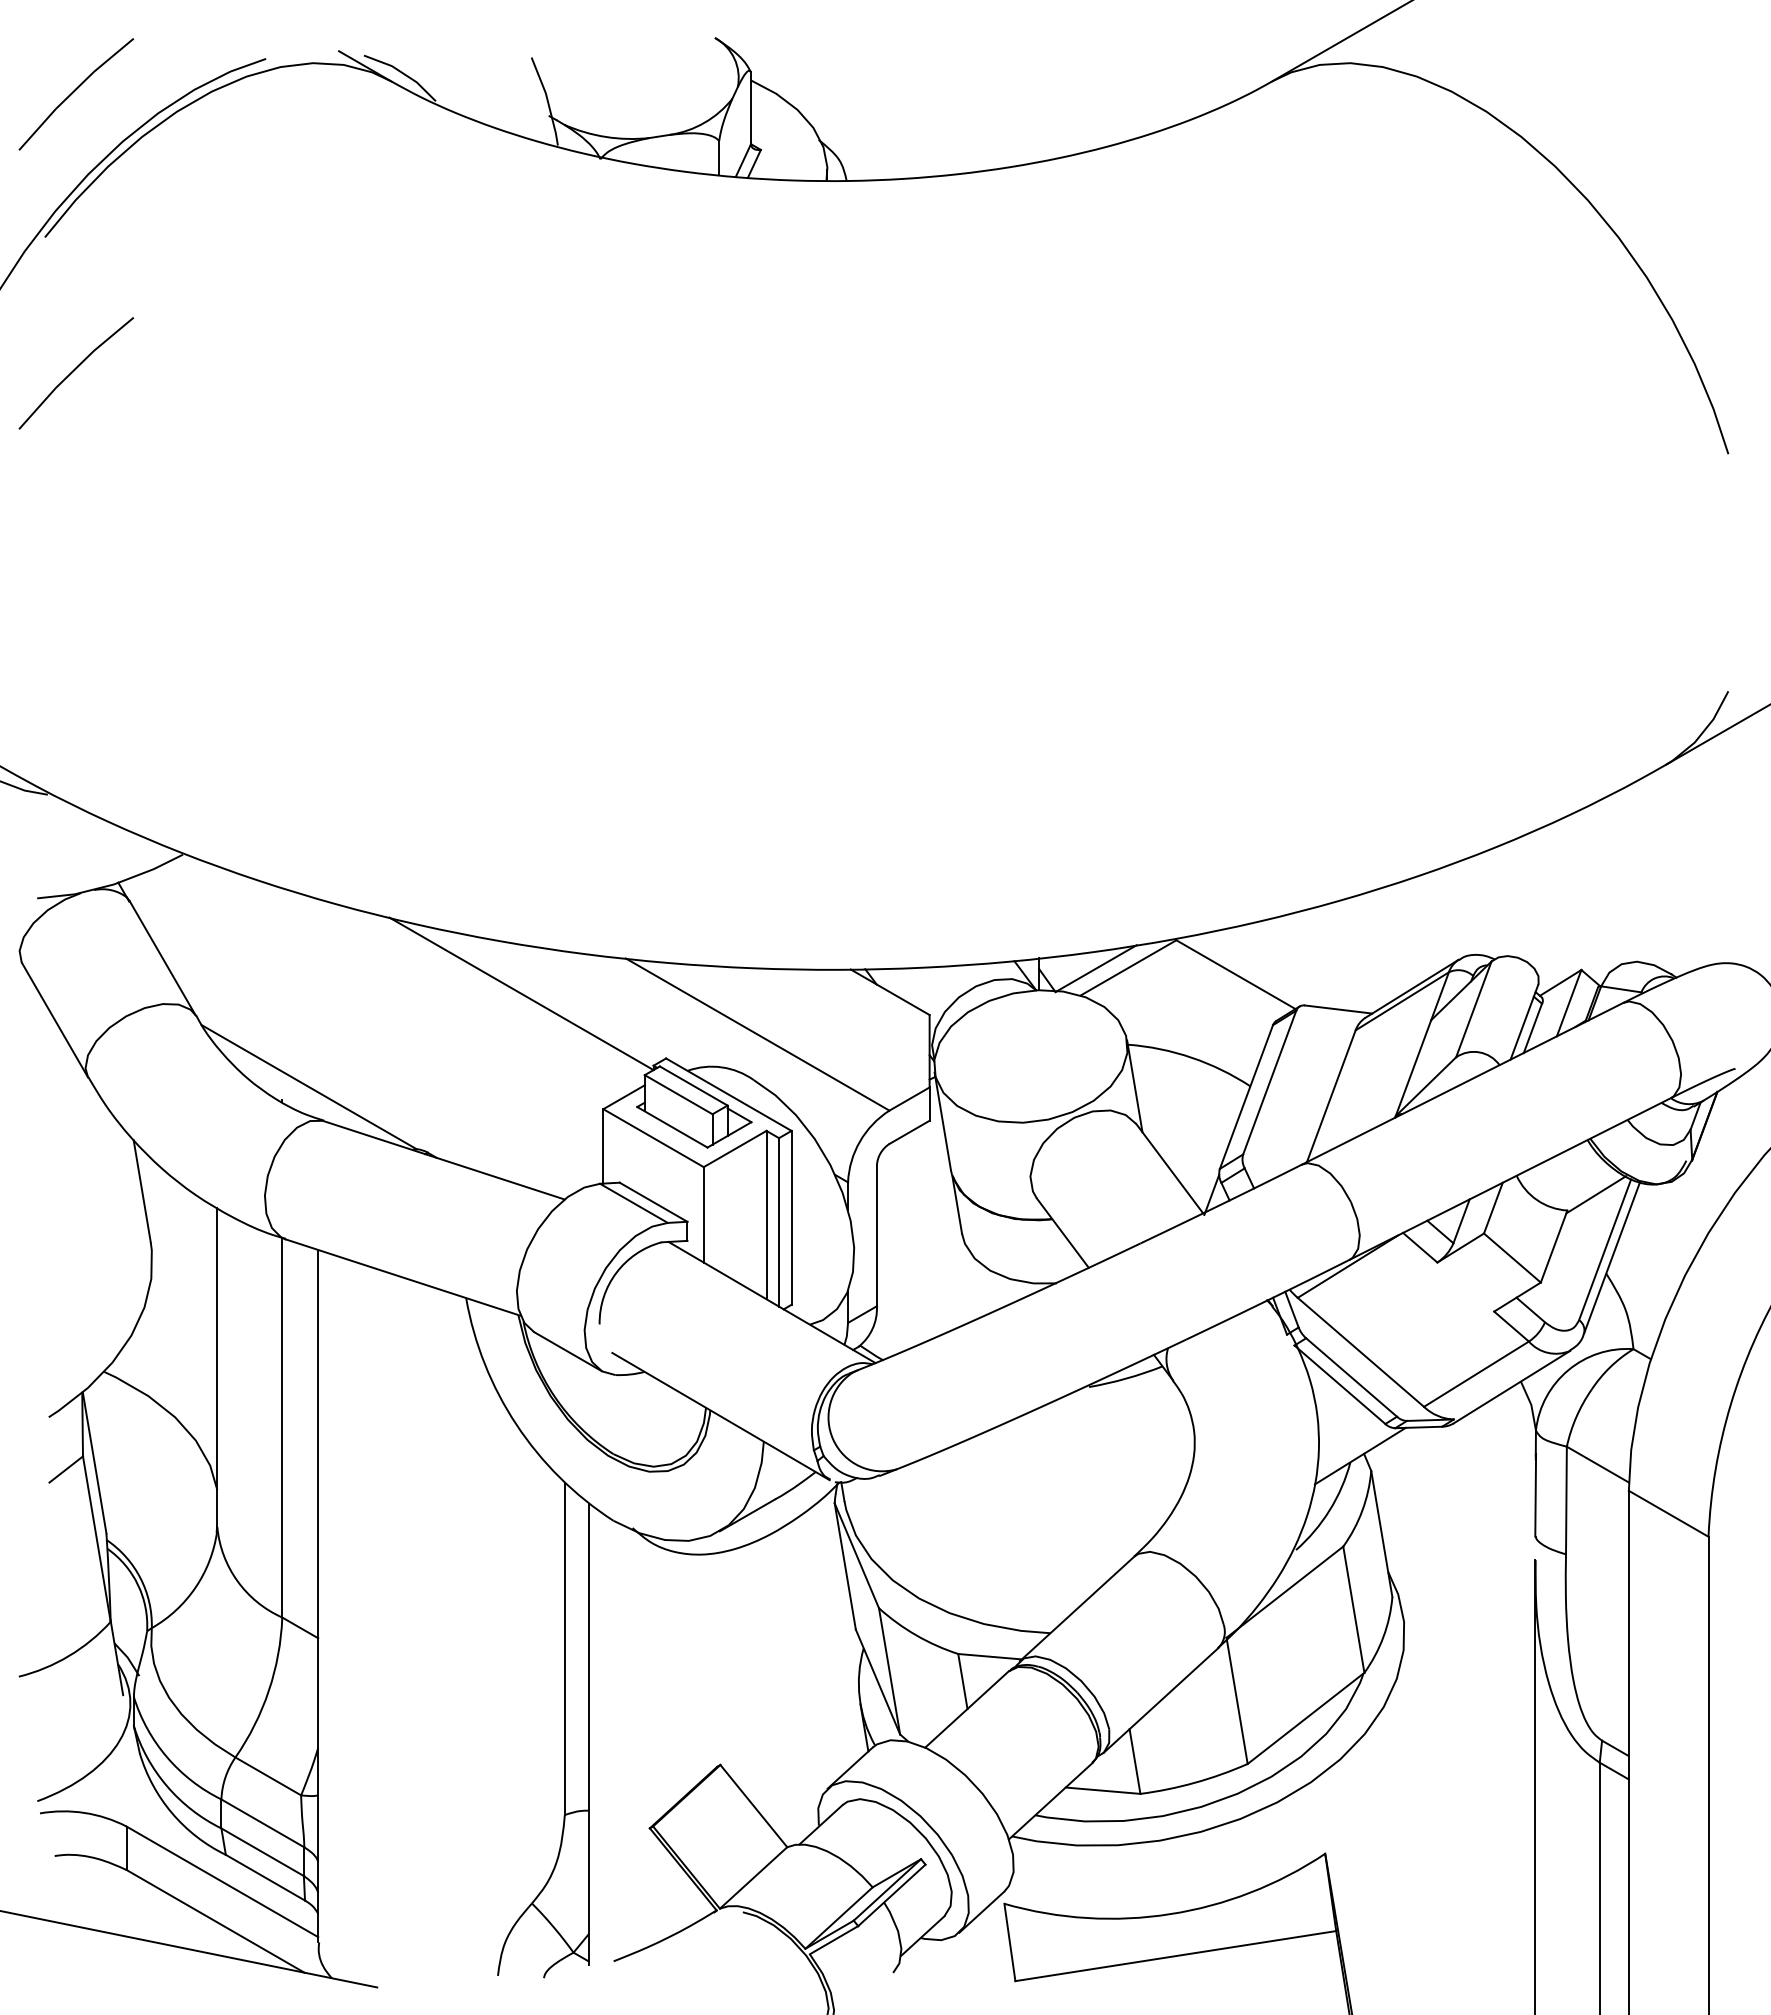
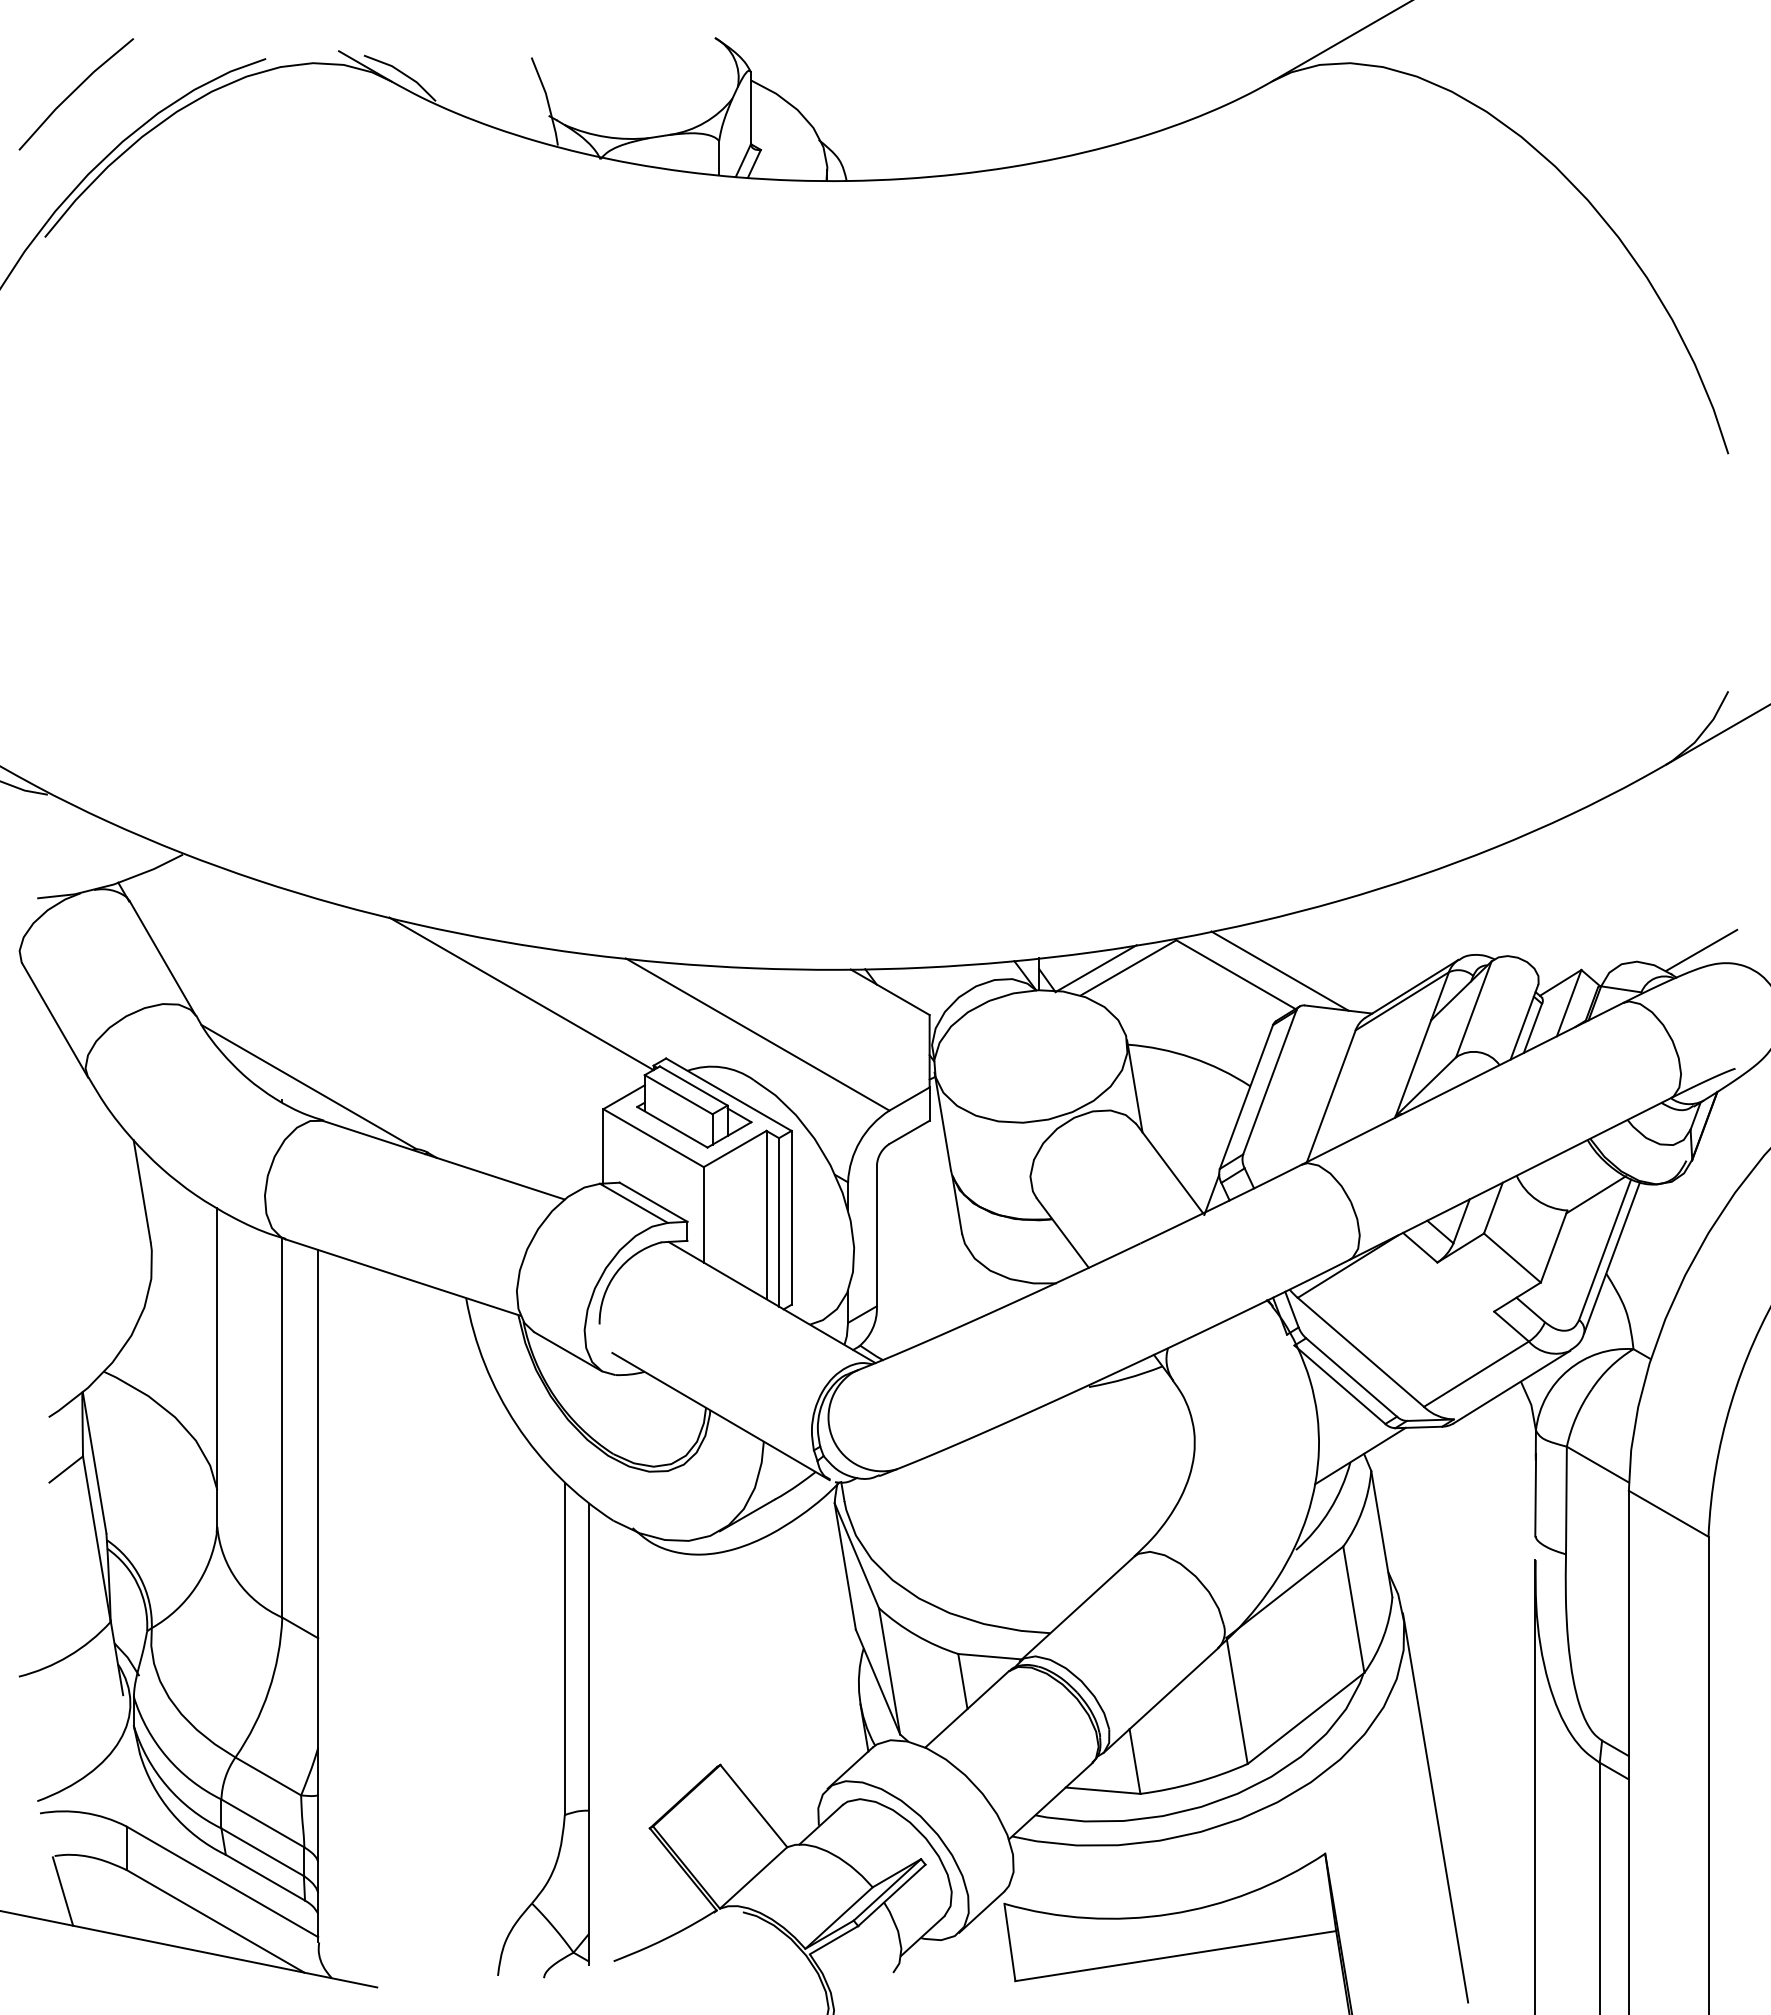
line at (74, 371): present -> none
line at (1701, 949): none -> present
line at (1279, 970): none -> present
line at (1435, 1807): none -> present
line at (62, 1891): none -> present
